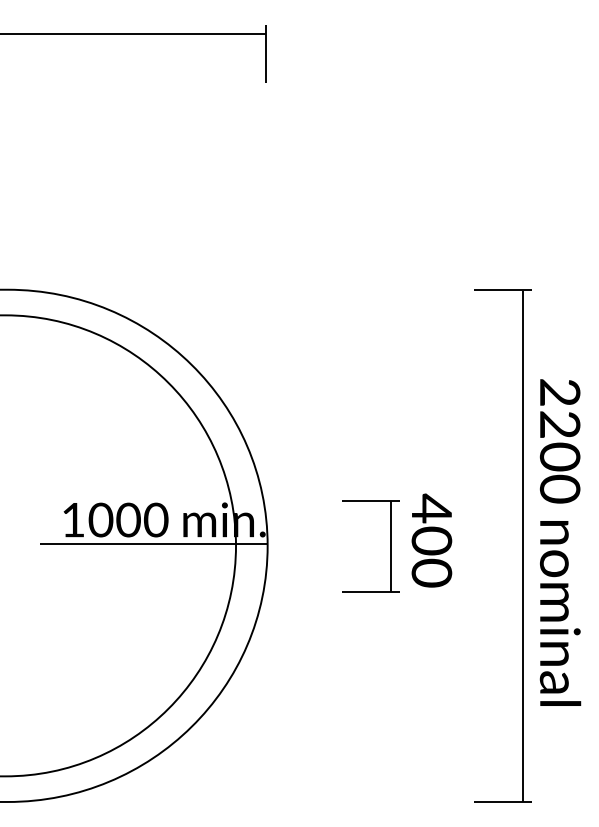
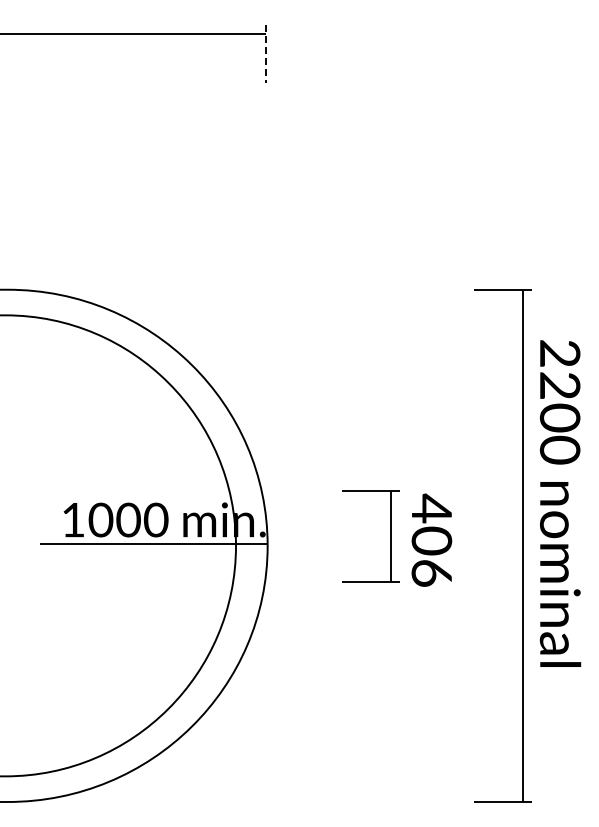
line at (265, 54): solid -> dashed
text at (560, 542) position: (560, 542) -> (560, 503)
part at (390, 546) position: (390, 546) -> (390, 536)
text at (432, 572): 400 -> 406
